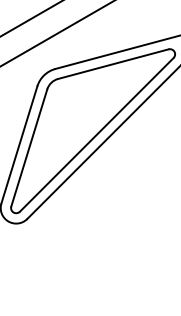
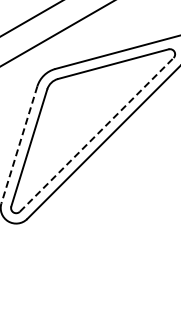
line at (96, 134): solid -> dashed
line at (19, 145): solid -> dashed
